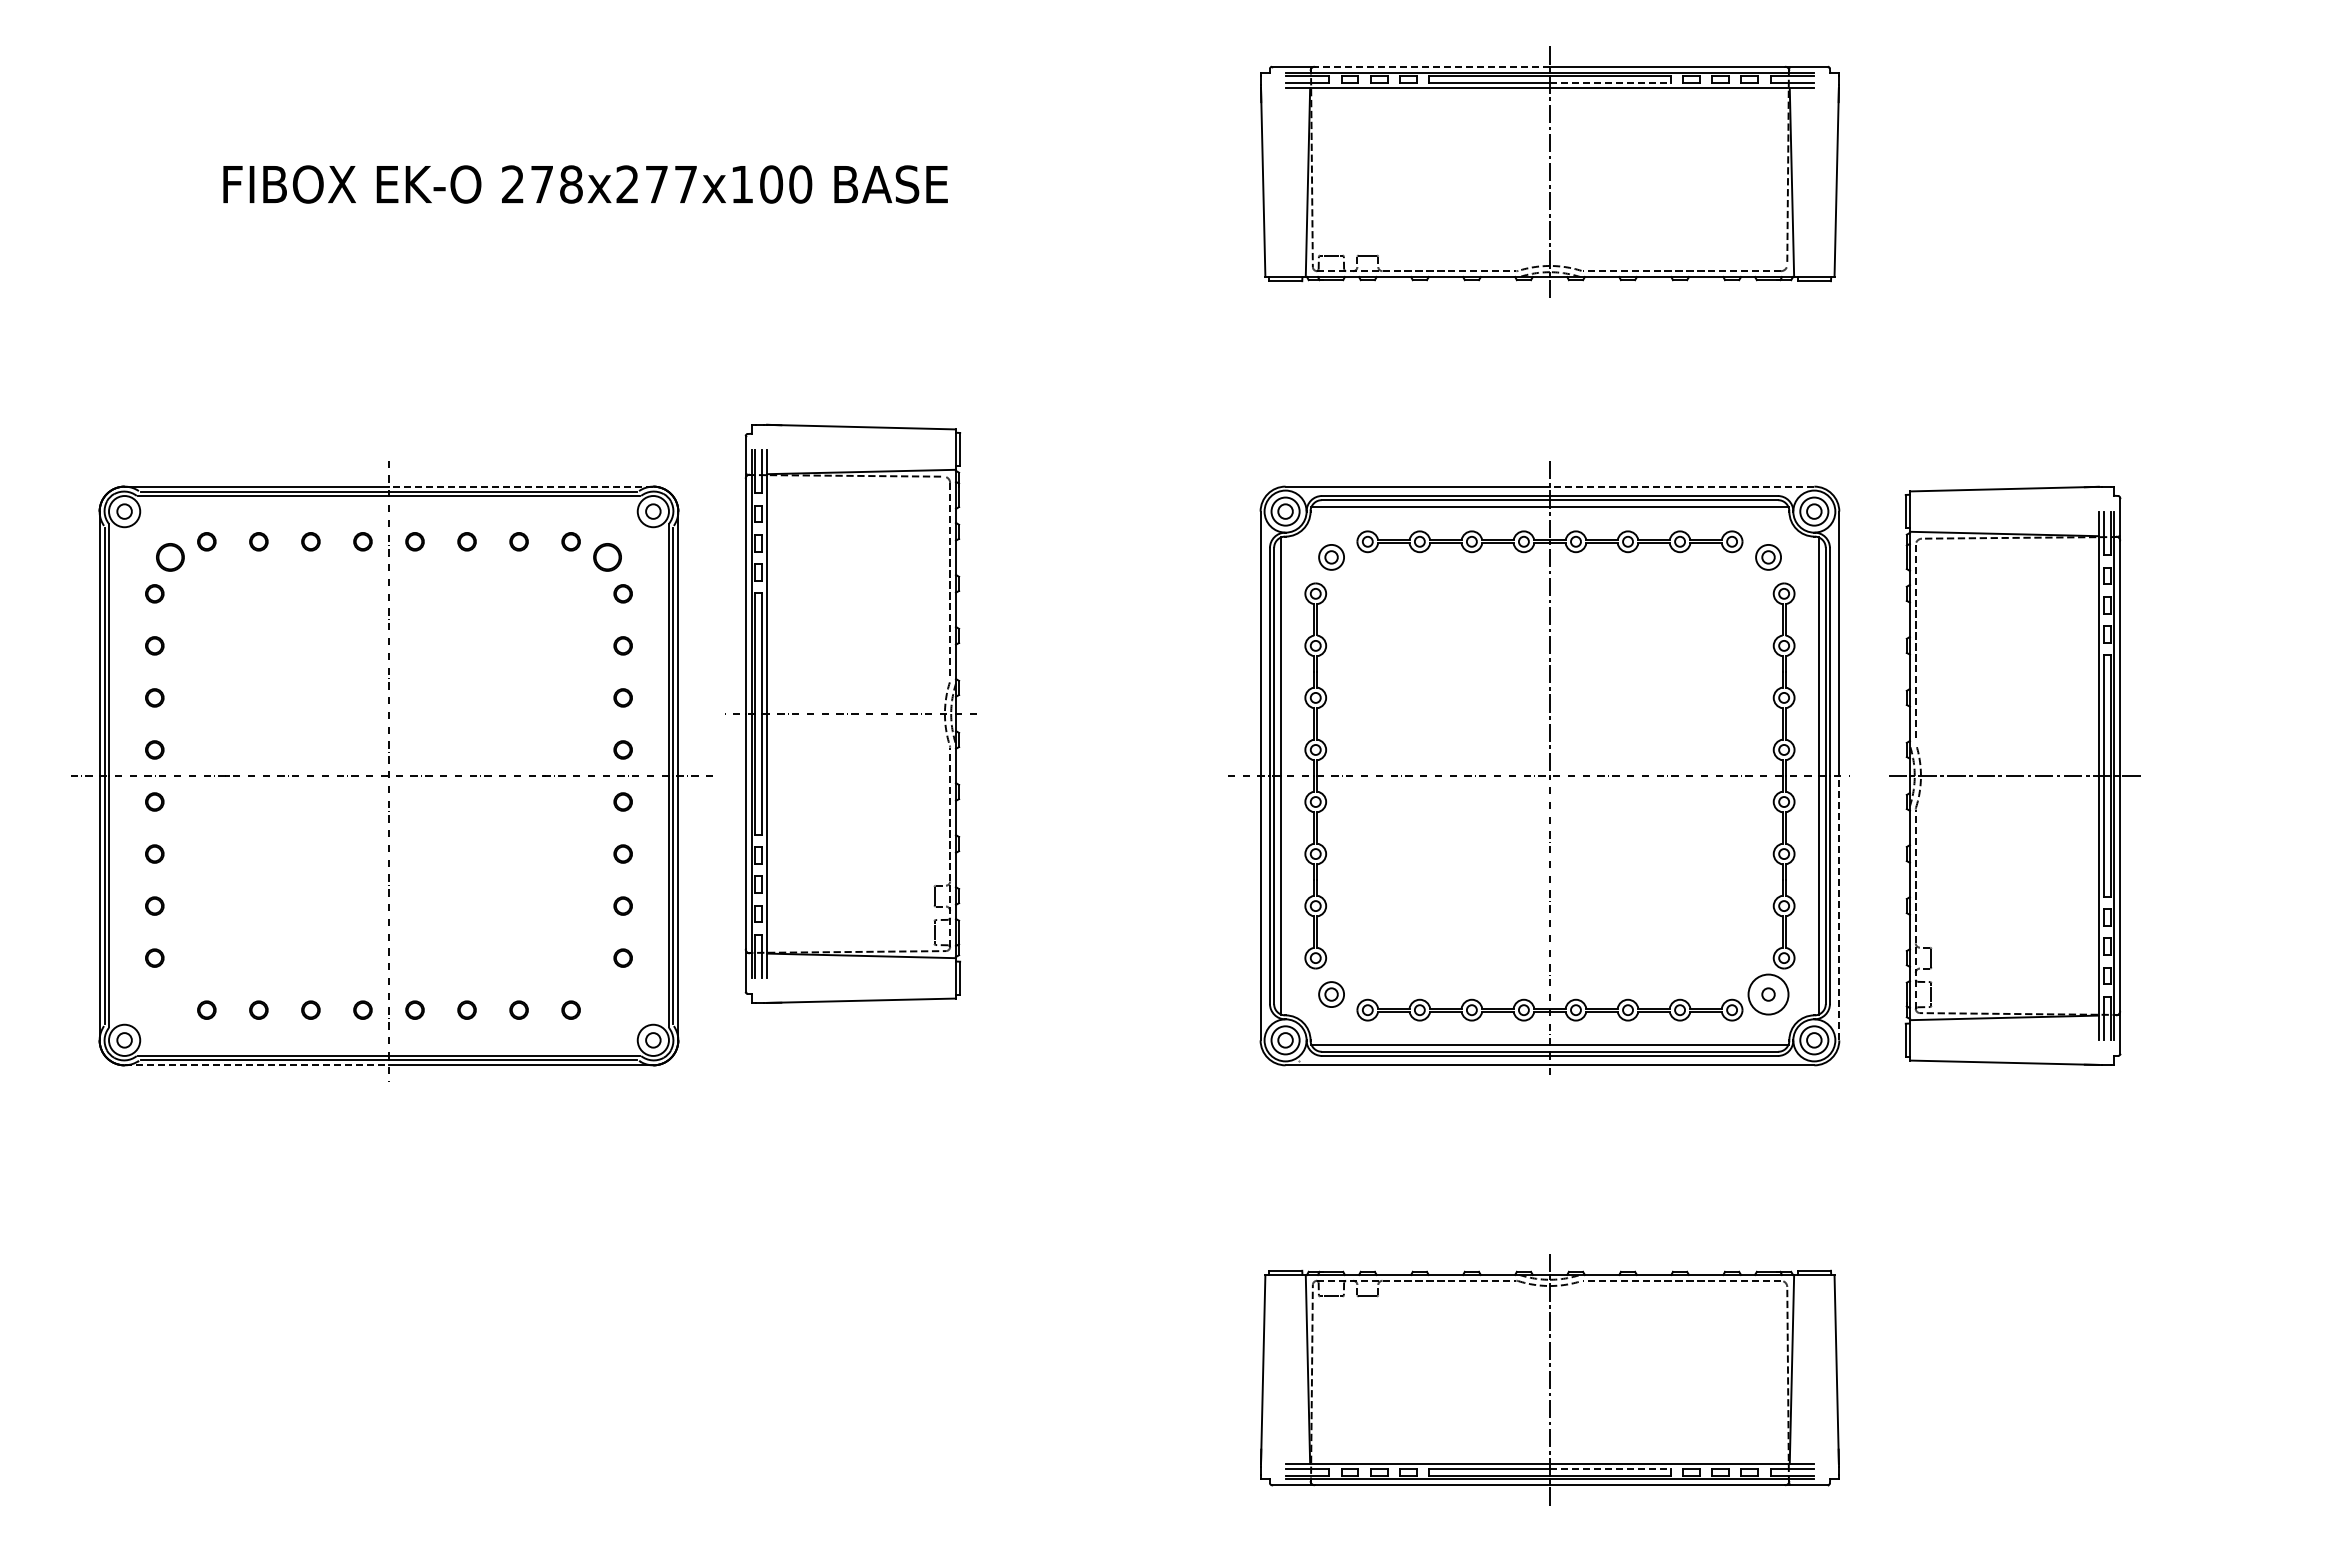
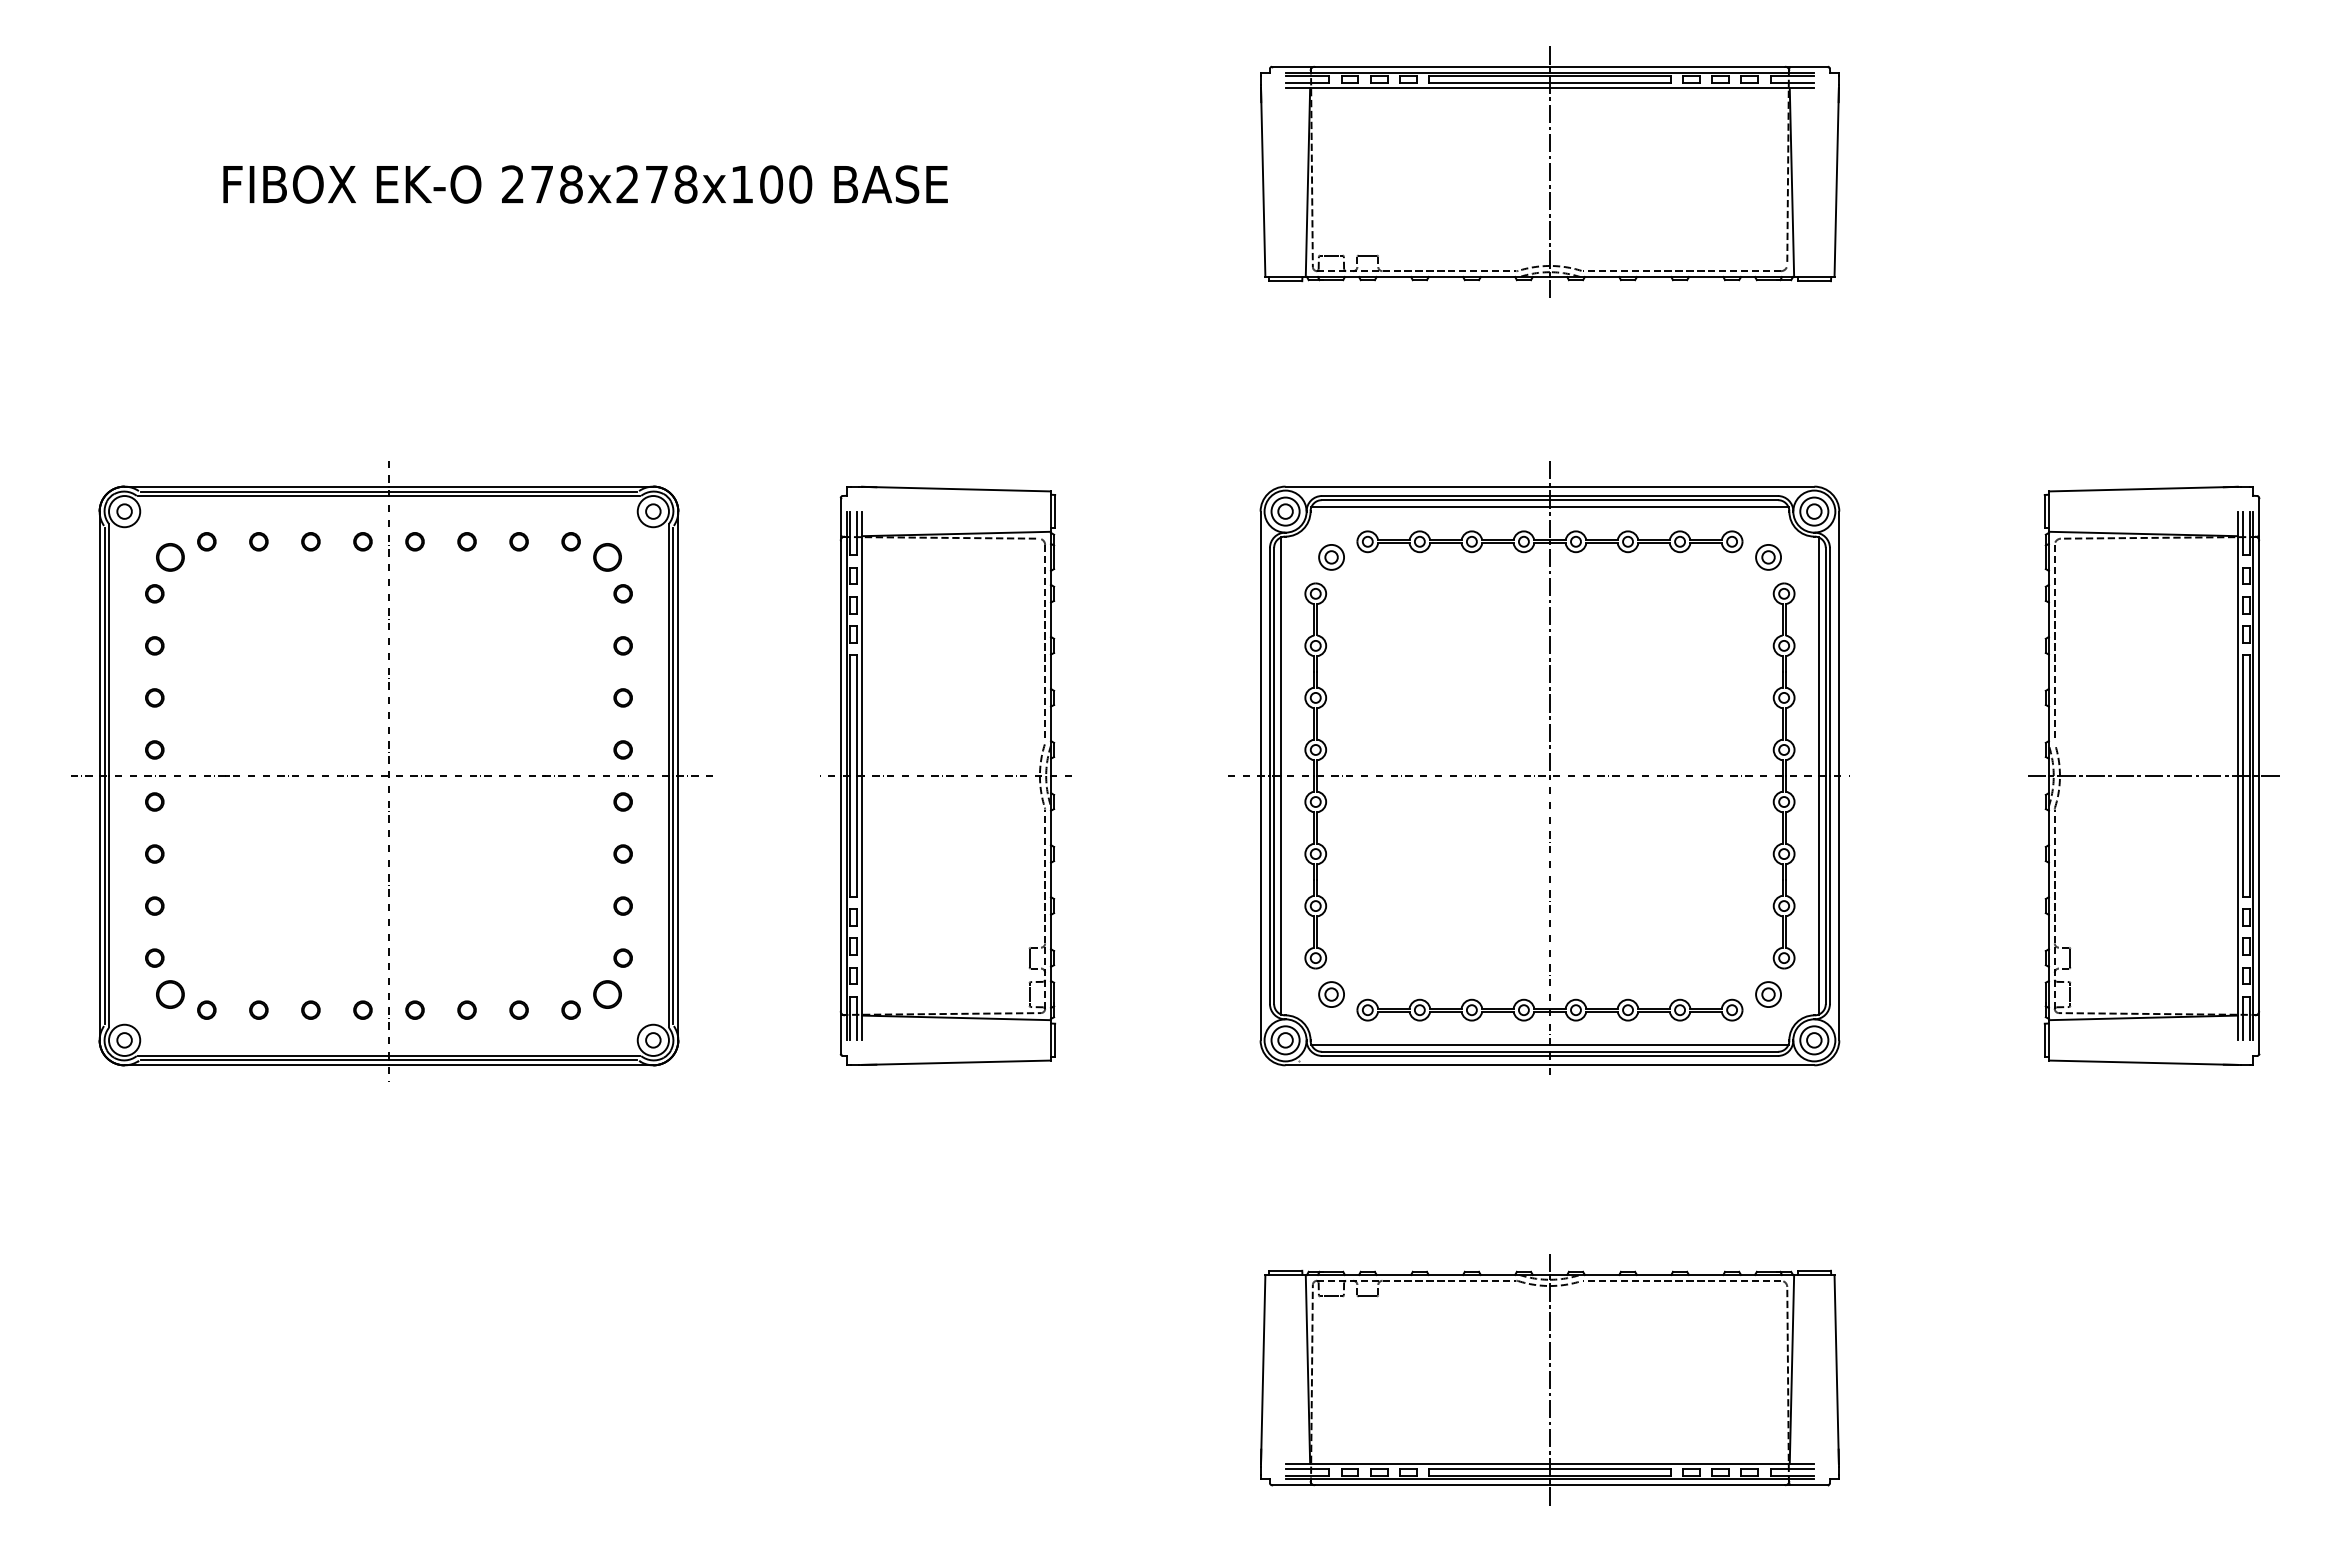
line at (1432, 66): dashed -> solid
line at (1610, 83): dashed -> solid
text at (685, 184): 278x277x100 -> 278x278x100
line at (520, 486): dashed -> solid
line at (1681, 486): dashed -> solid
part at (850, 713) position: (850, 713) -> (945, 775)
part at (2014, 775) position: (2014, 775) -> (2153, 775)
line at (1839, 907): dashed -> solid
circle at (170, 994): none -> present
circle at (607, 994): none -> present
circle at (1768, 994) diameter: 40 px -> 25 px
line at (257, 1065): dashed -> solid
line at (1610, 1468): dashed -> solid
